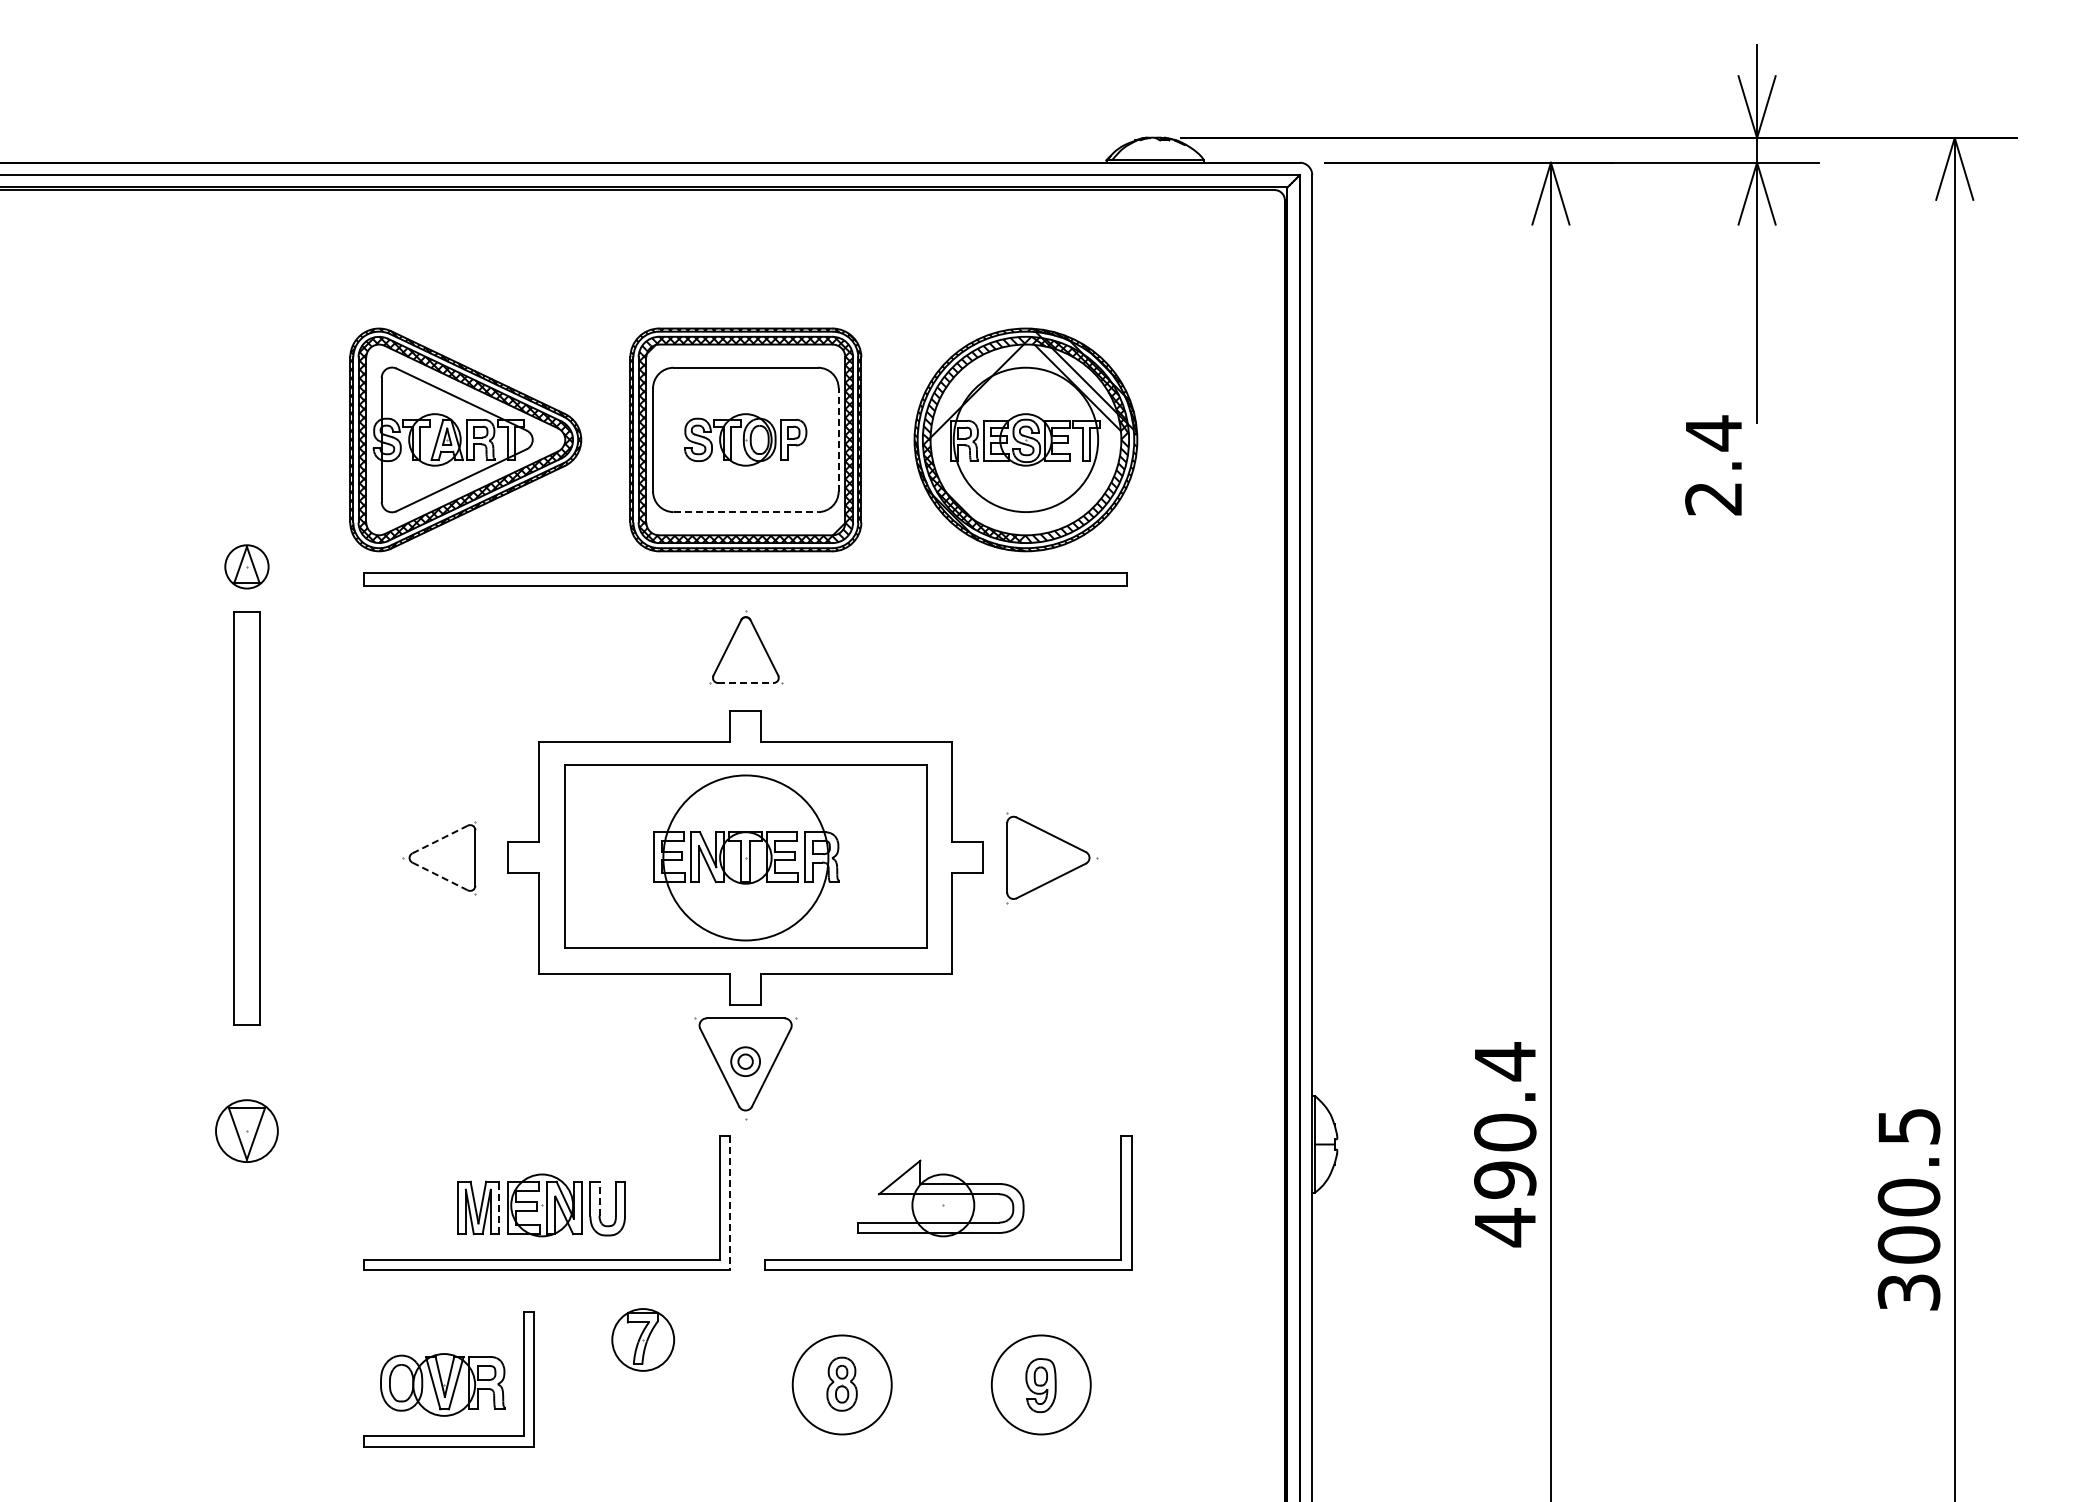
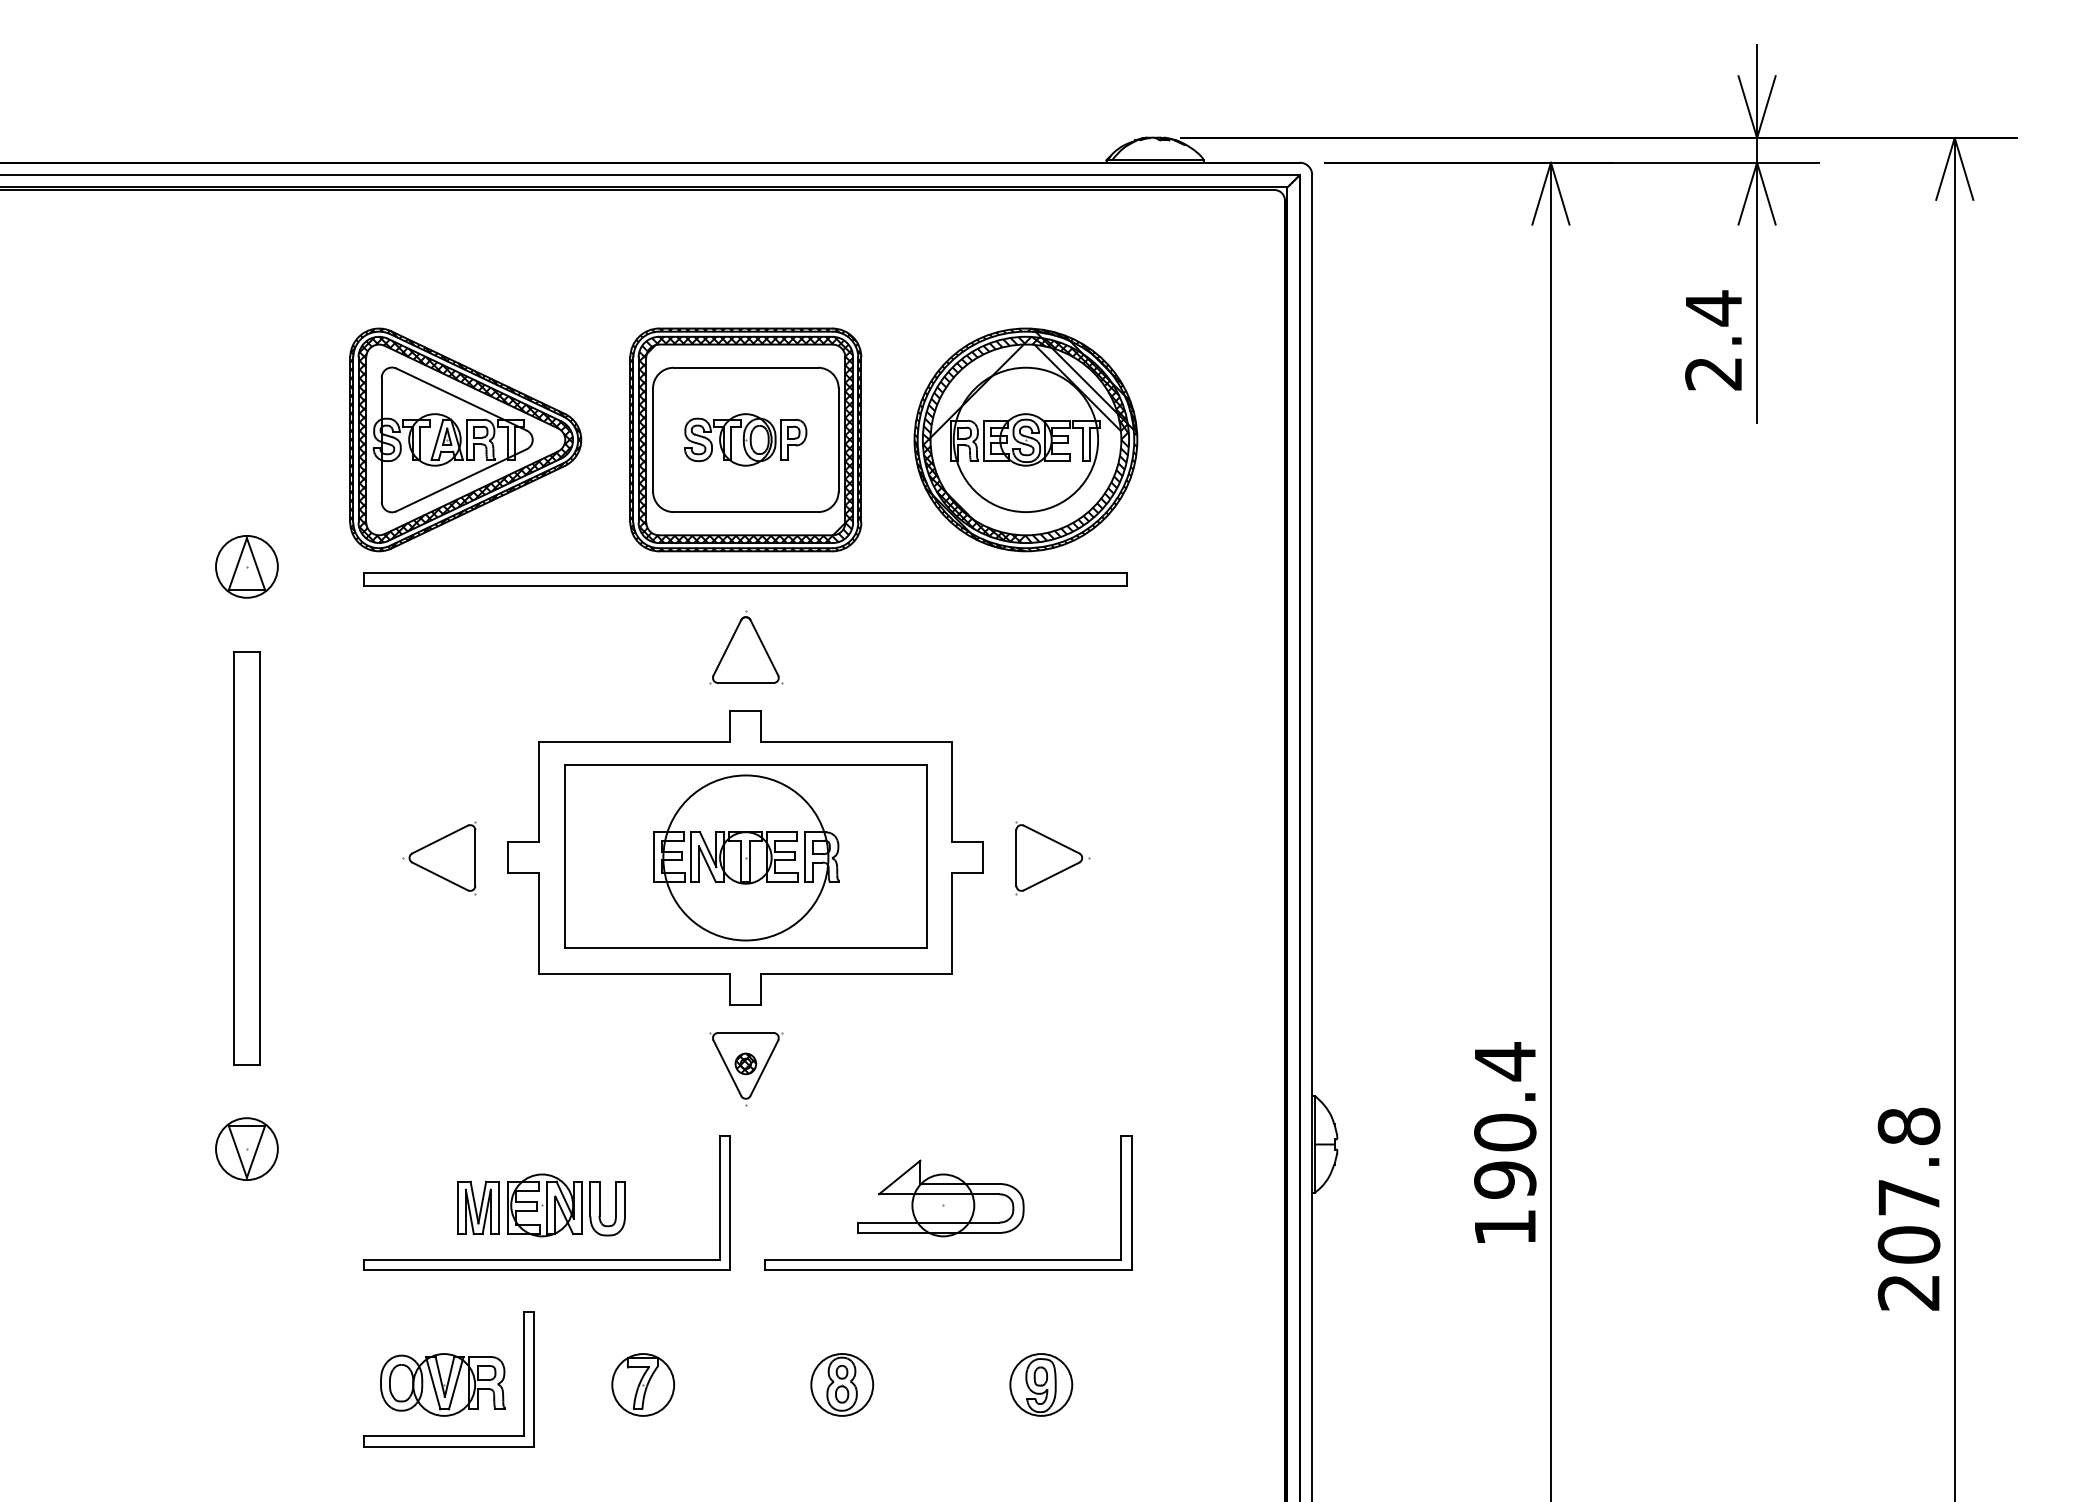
line at (838, 439): dashed -> solid
text at (1713, 465) position: (1713, 465) -> (1713, 340)
line at (746, 512): dashed -> solid
part at (246, 566) size: 46x46 px -> 64x64 px
line at (745, 683): dashed -> solid
part at (246, 818) position: (246, 818) -> (246, 858)
line at (439, 839): dashed -> solid
part at (1052, 858) size: 93x93 px -> 76x75 px
line at (440, 876): dashed -> solid
part at (745, 1068) size: 104x104 px -> 75x75 px
part at (246, 1130) position: (246, 1130) -> (246, 1148)
line at (599, 1198): dashed -> solid
line at (730, 1203): dashed -> solid
line at (499, 1207): dashed -> solid
text at (1908, 1208): 300.5 -> 207.8
text at (1505, 1227): 490.4 -> 190.4
part at (643, 1339) position: (643, 1339) -> (643, 1384)
circle at (841, 1384) diameter: 99 px -> 62 px
circle at (1040, 1384) diameter: 99 px -> 62 px
